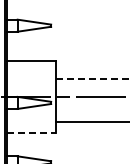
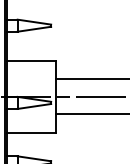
line at (92, 79): dashed -> solid
line at (90, 122) position: (90, 122) -> (90, 114)
line at (31, 133): dashed -> solid
